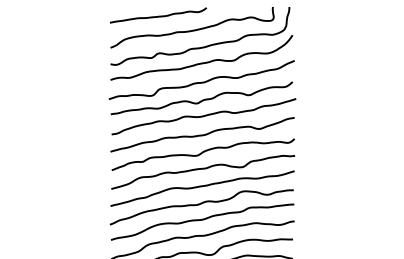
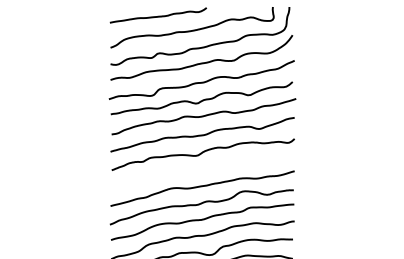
curve at (203, 169): present -> none
